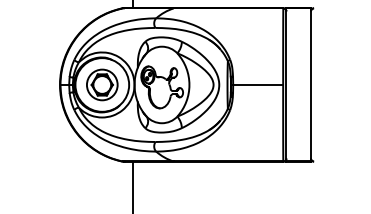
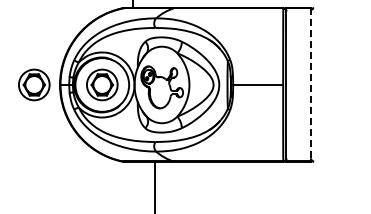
part at (34, 84): none -> present
line at (310, 84): solid -> dashed
line at (132, 185) position: (132, 185) -> (154, 185)
